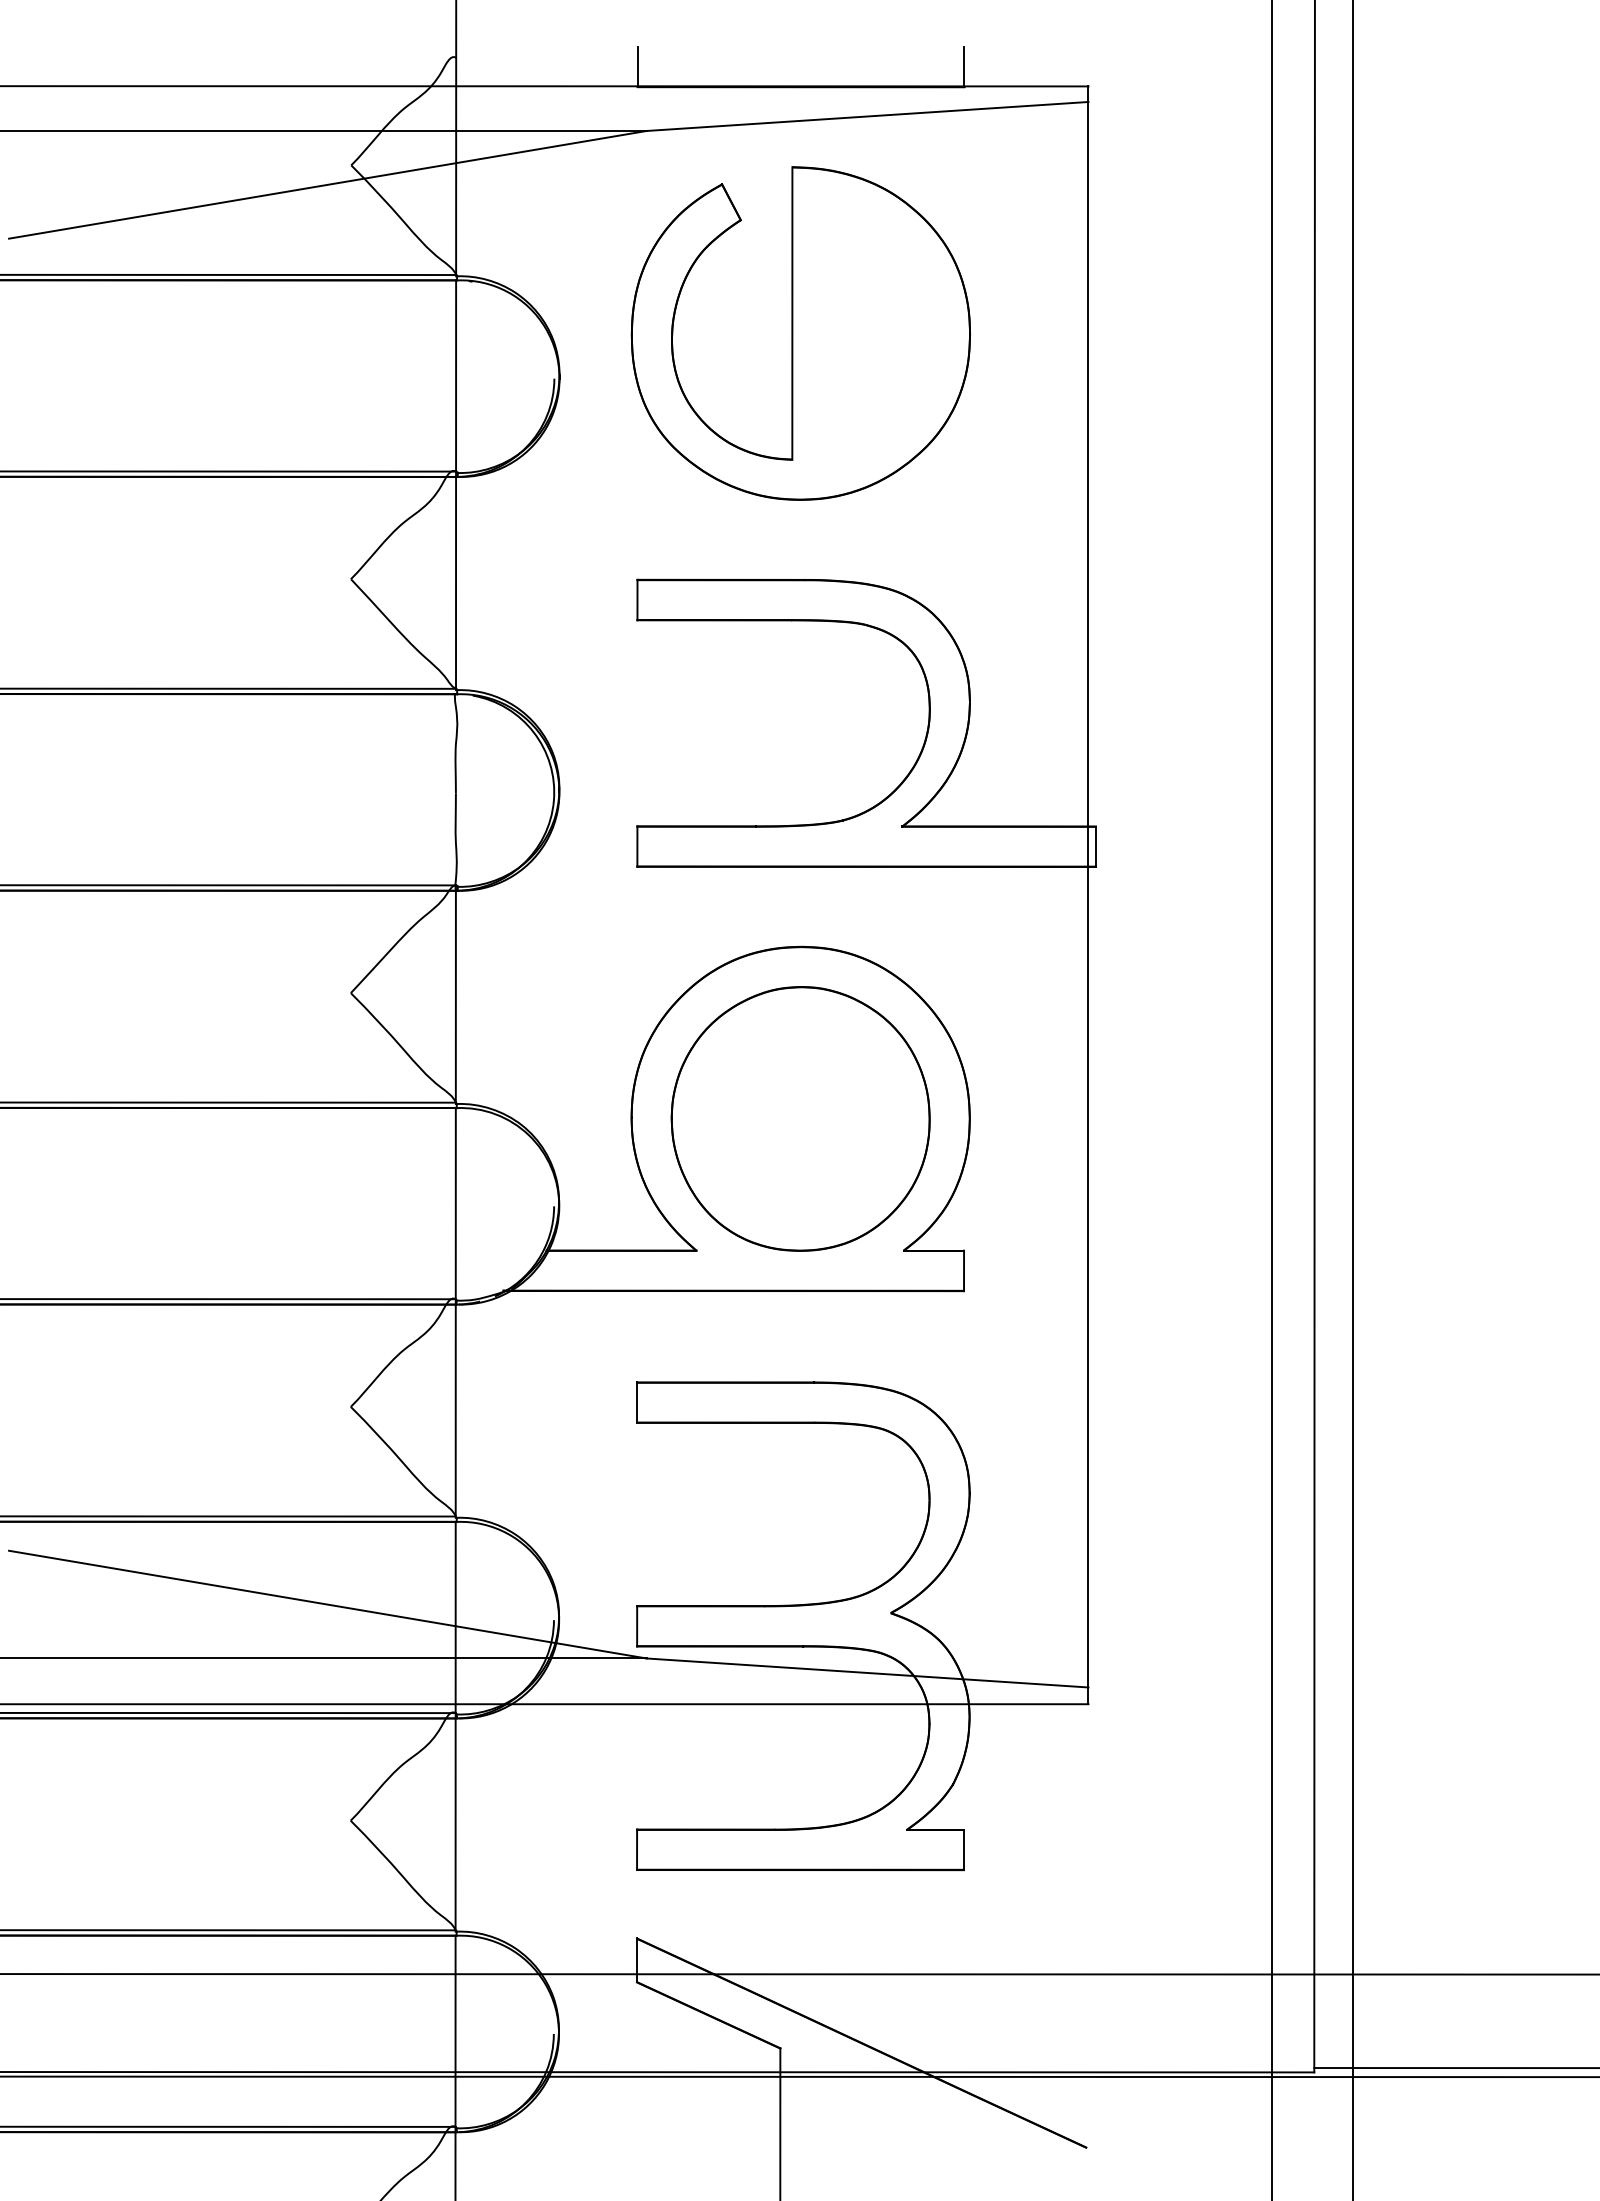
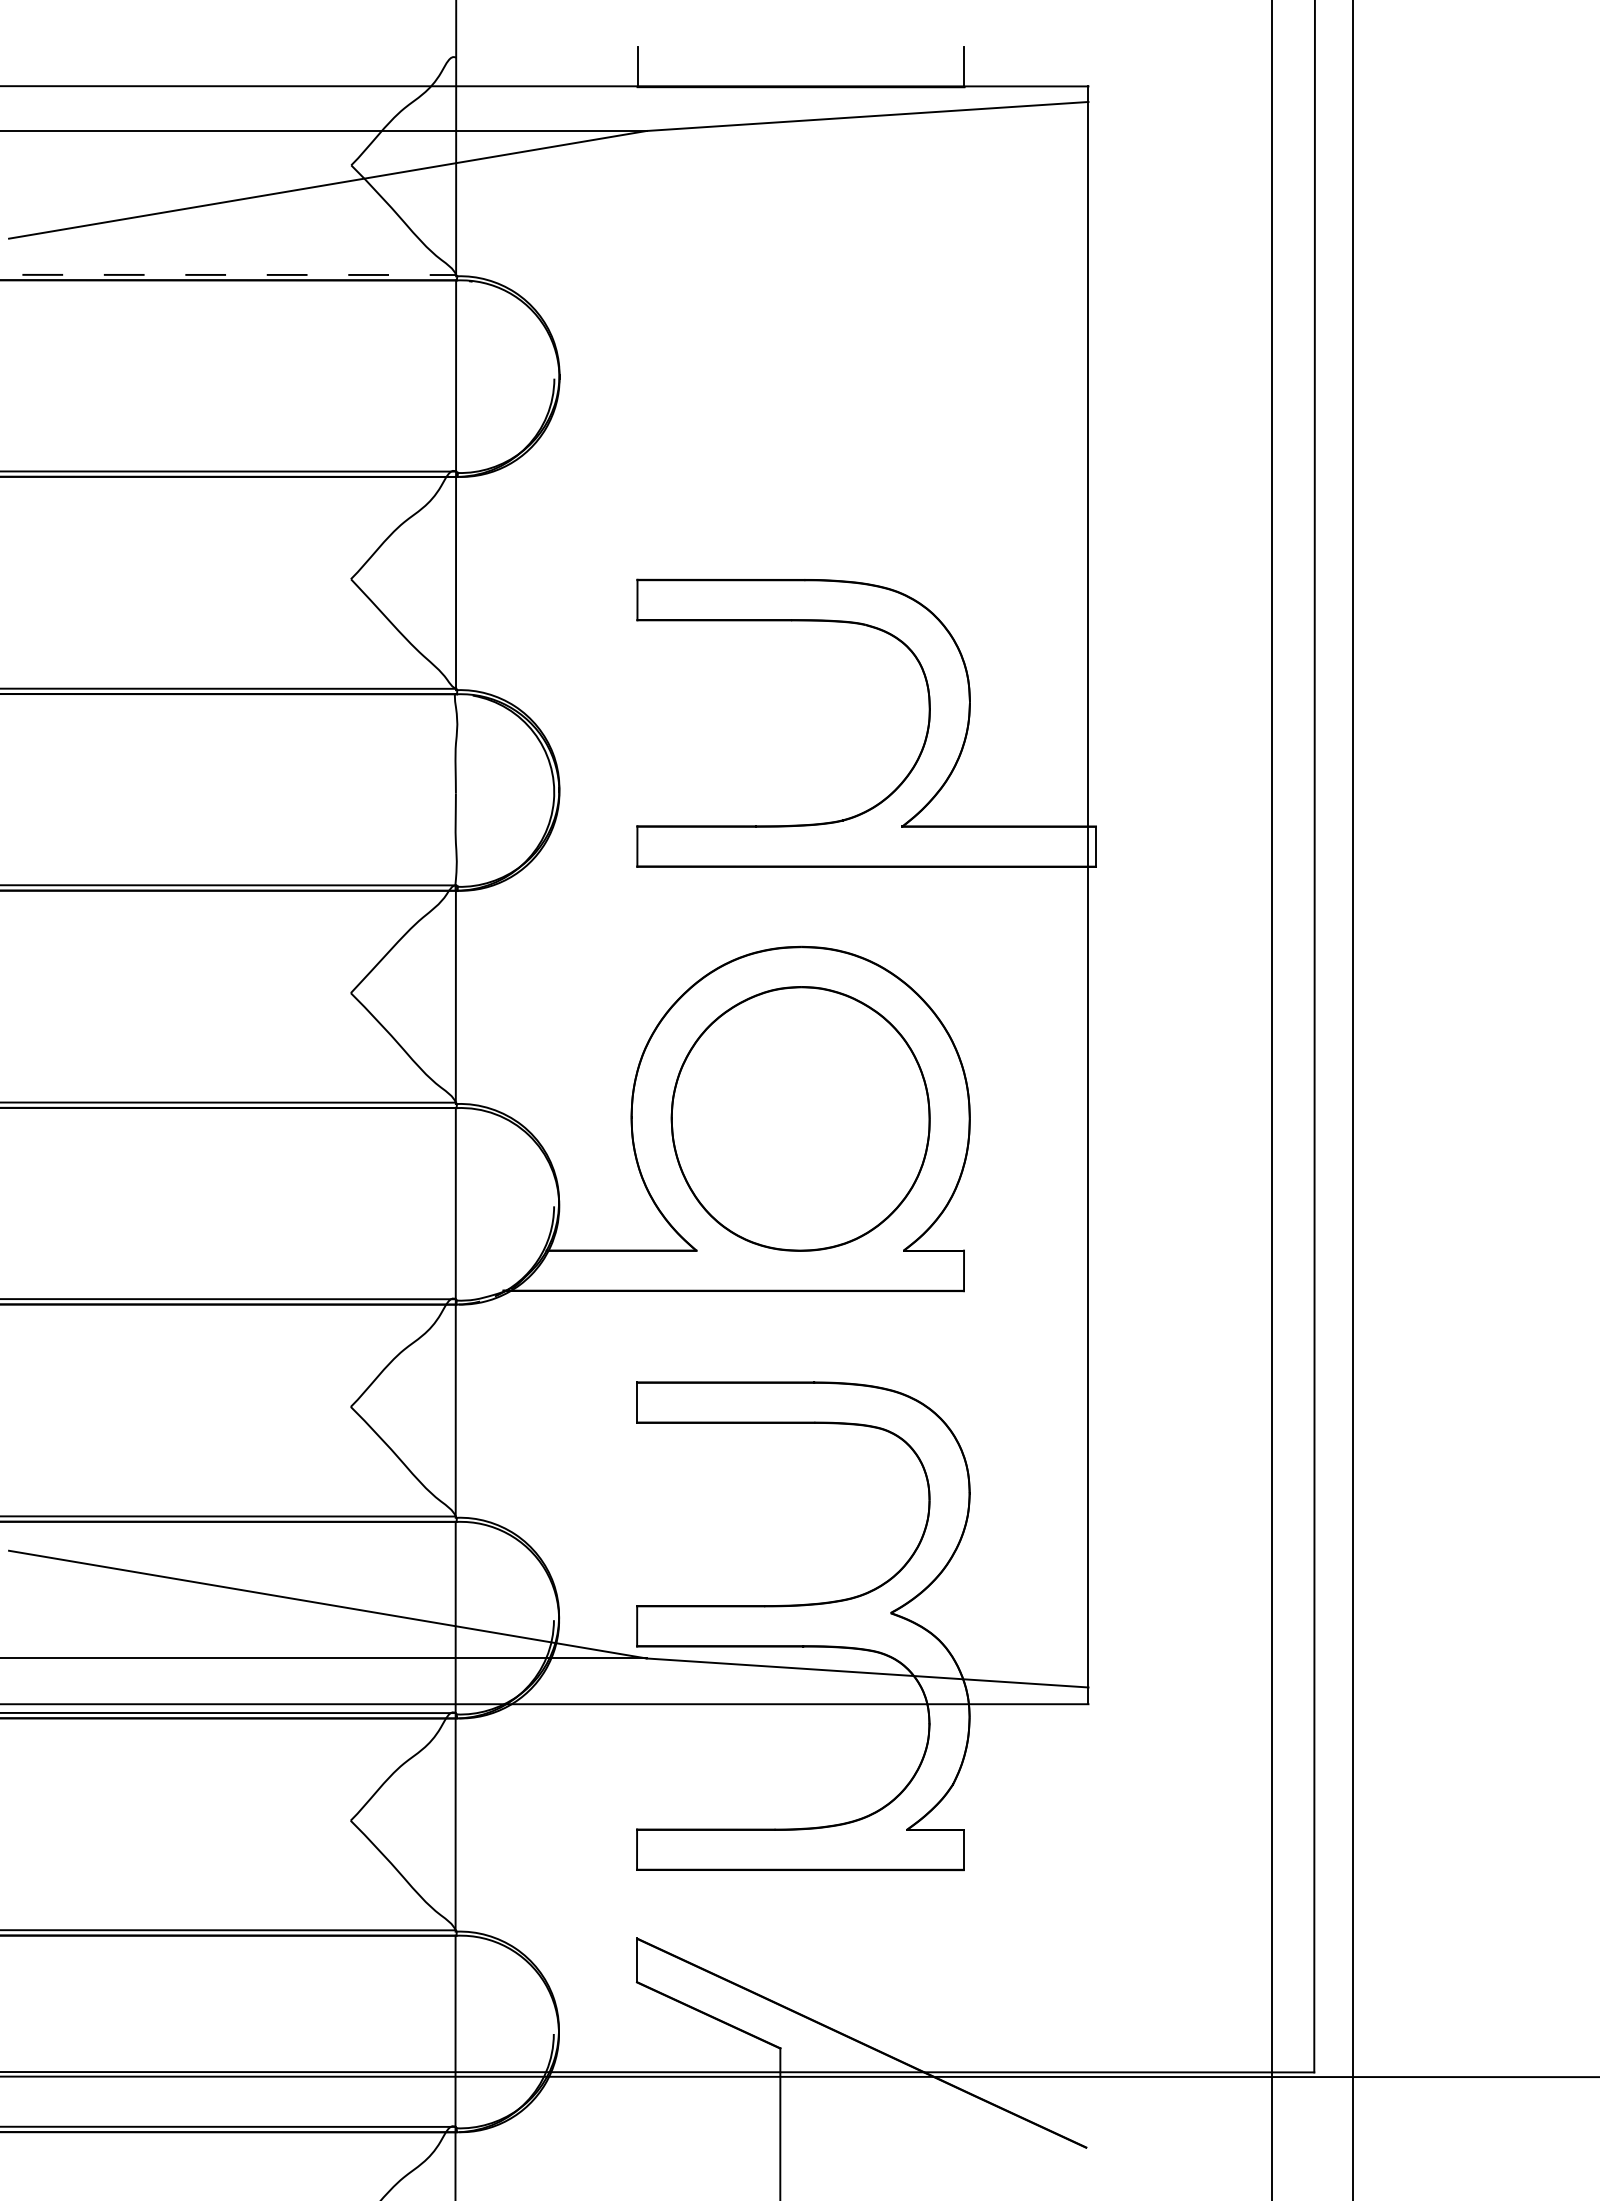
line at (228, 274): solid -> dashed
part at (800, 333): present -> none
line at (799, 1974): present -> none
line at (1455, 2068): present -> none
